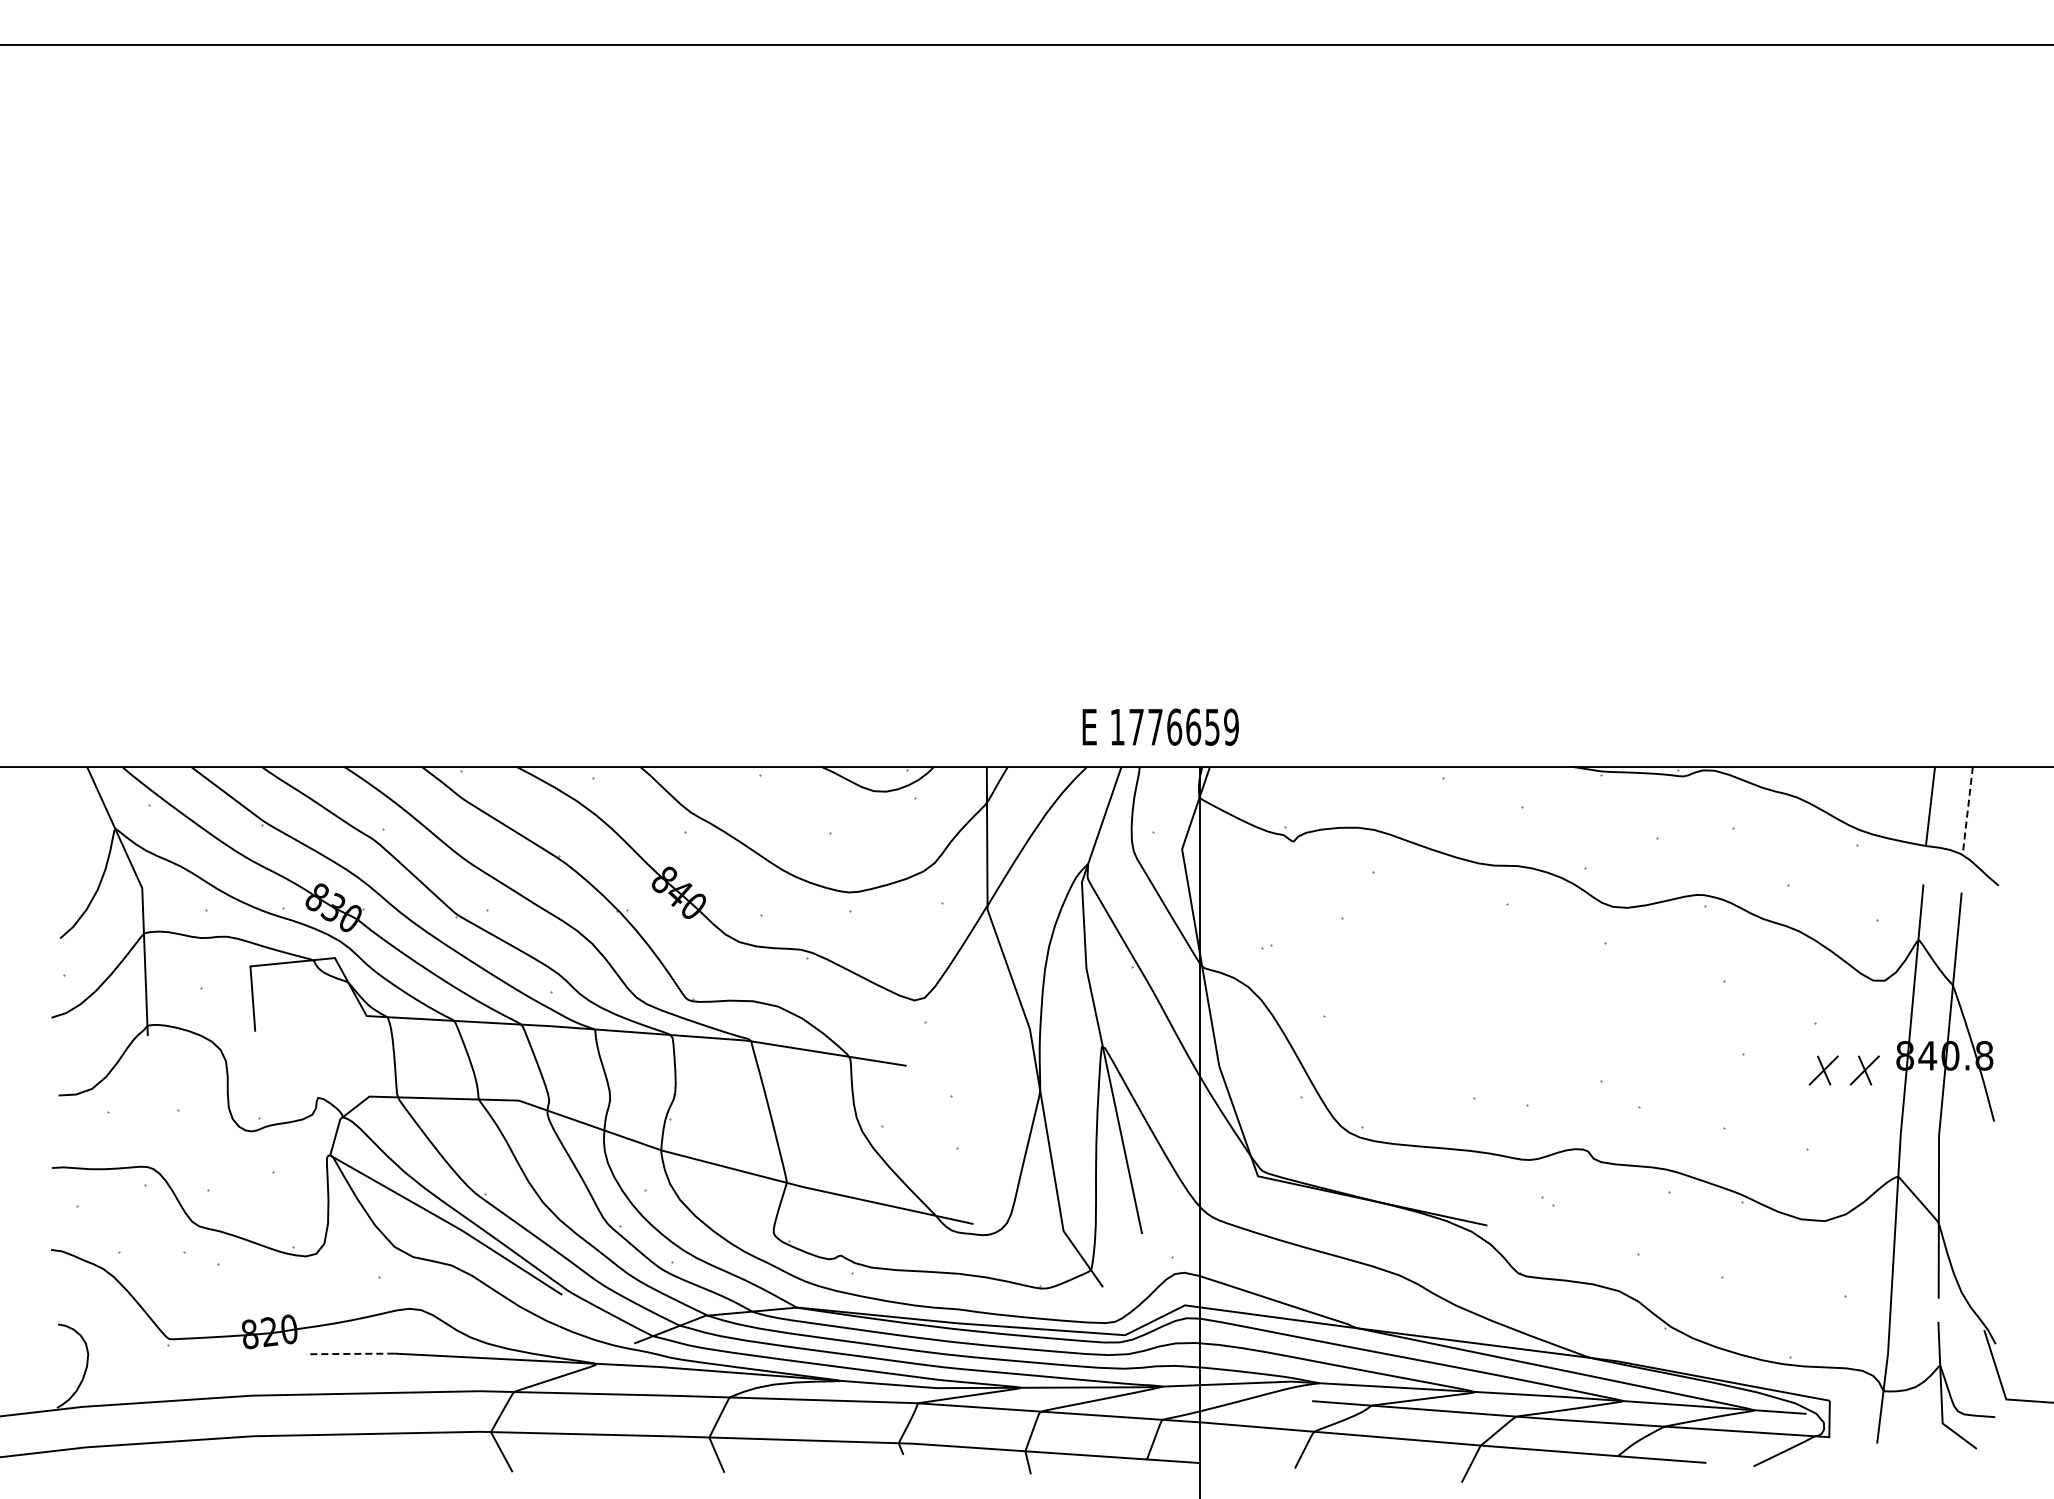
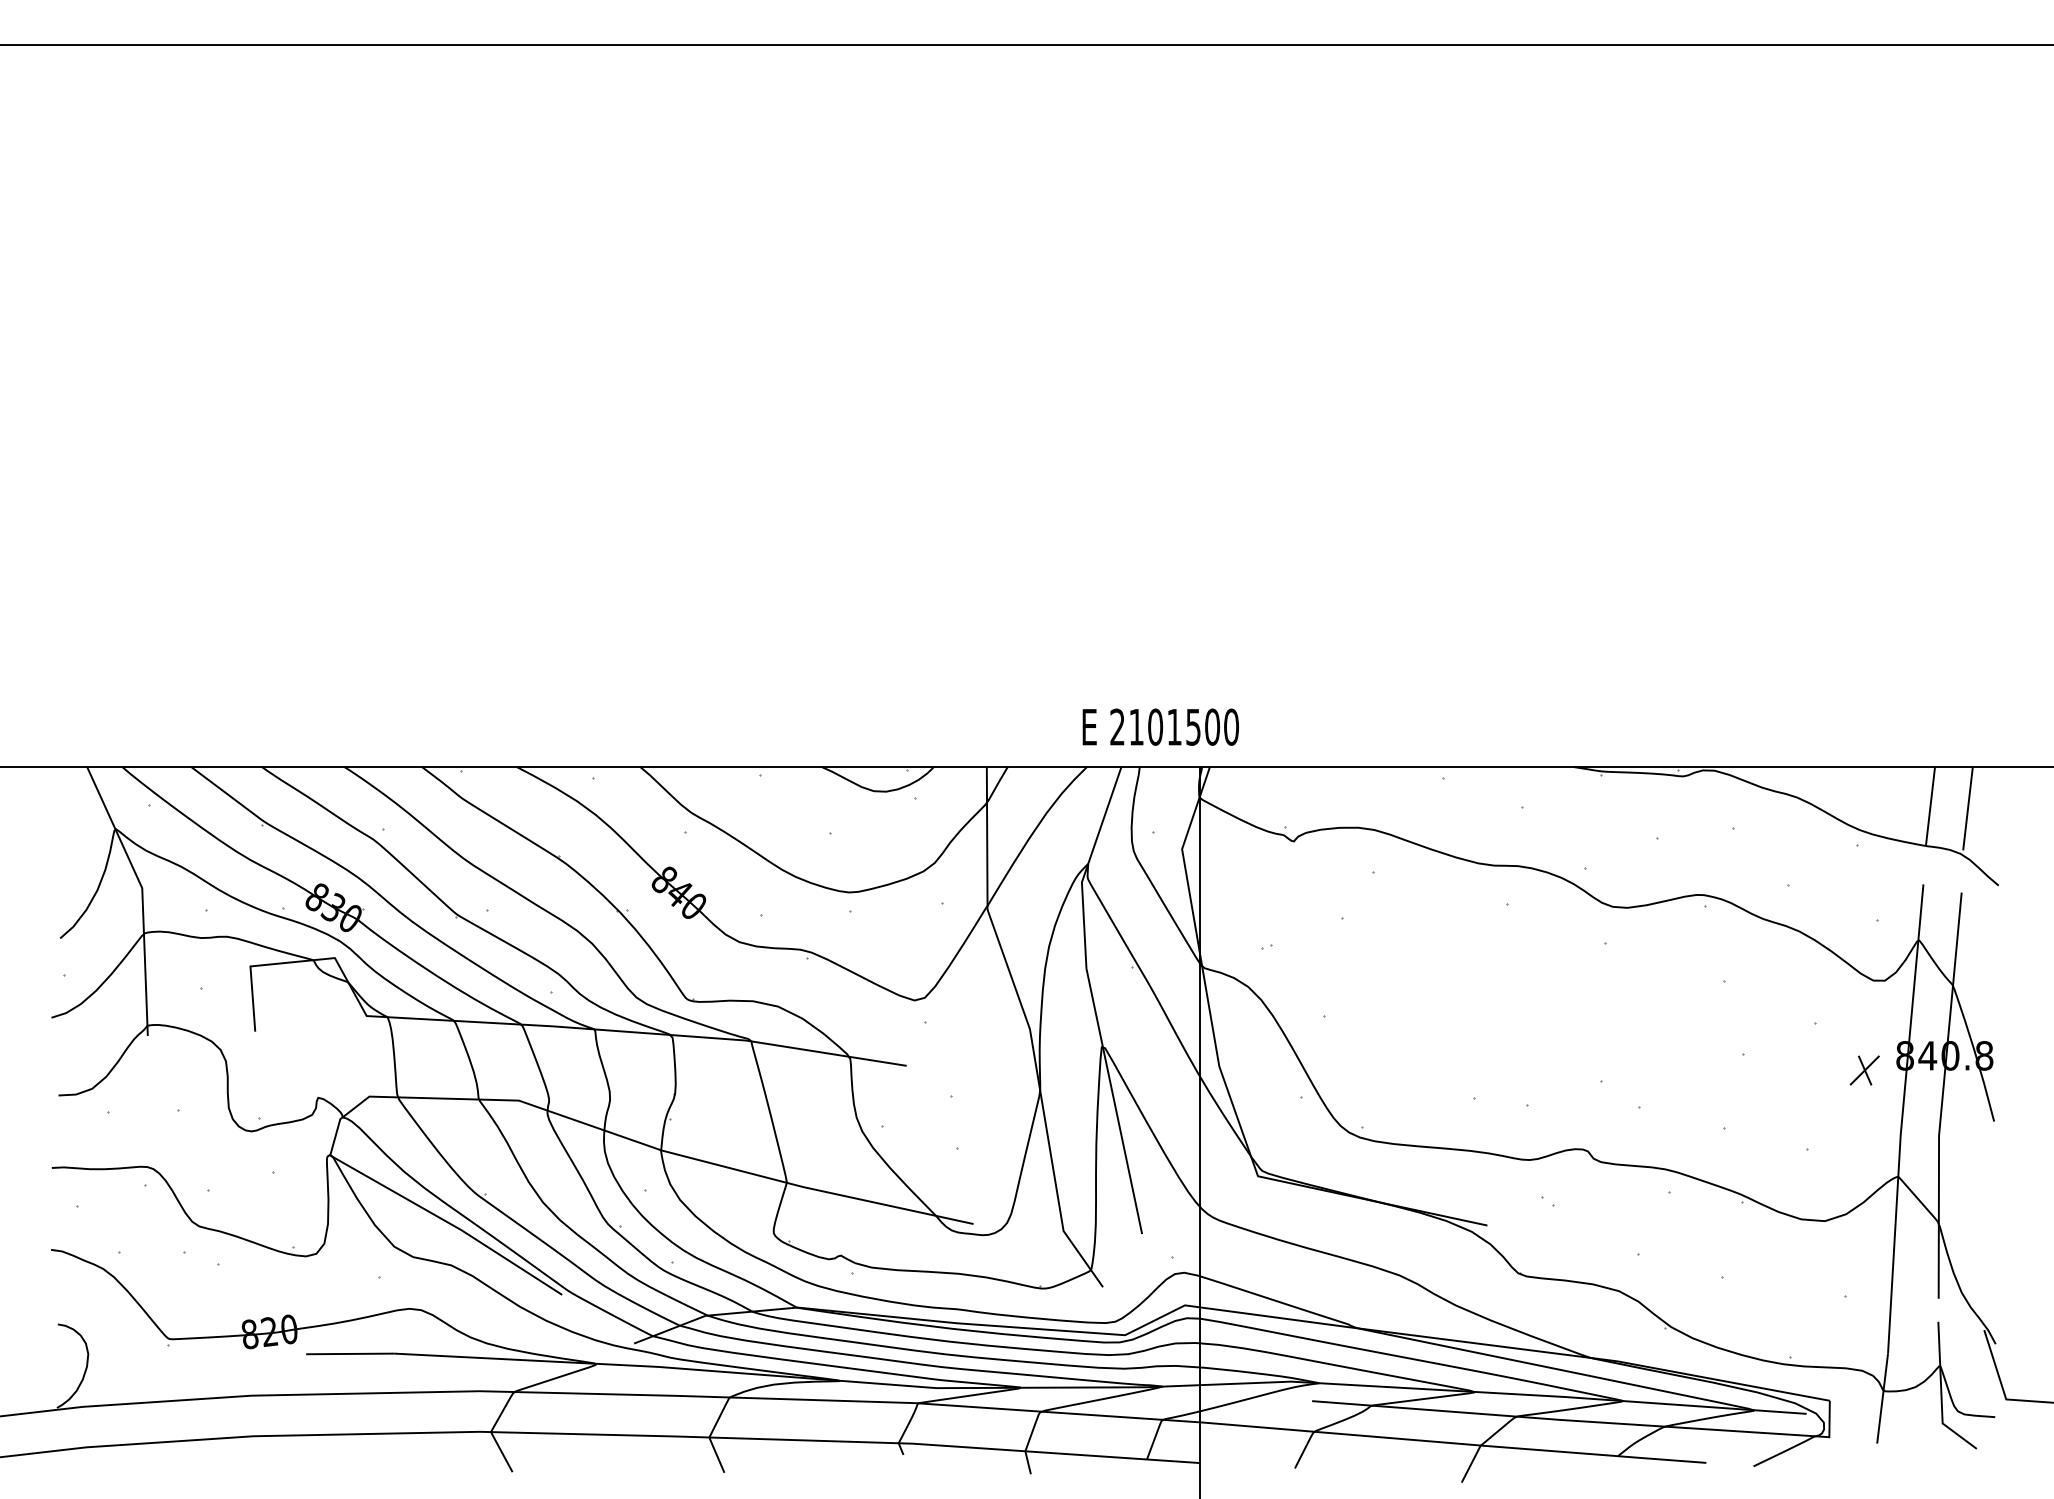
text at (1174, 726): 1776659 -> 2101500
line at (1968, 808): dashed -> solid
part at (1823, 1070): present -> none
line at (349, 1353): dashed -> solid
